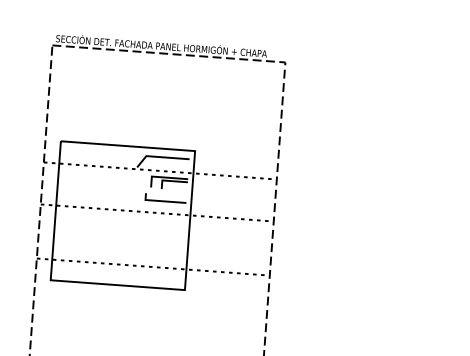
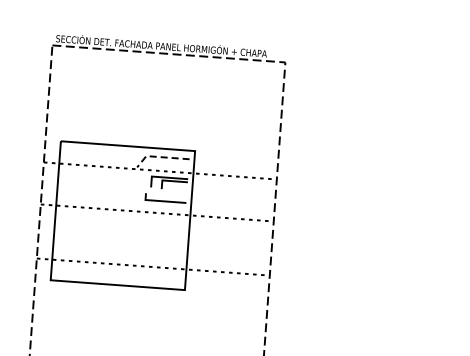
line at (160, 157): solid -> dashed
